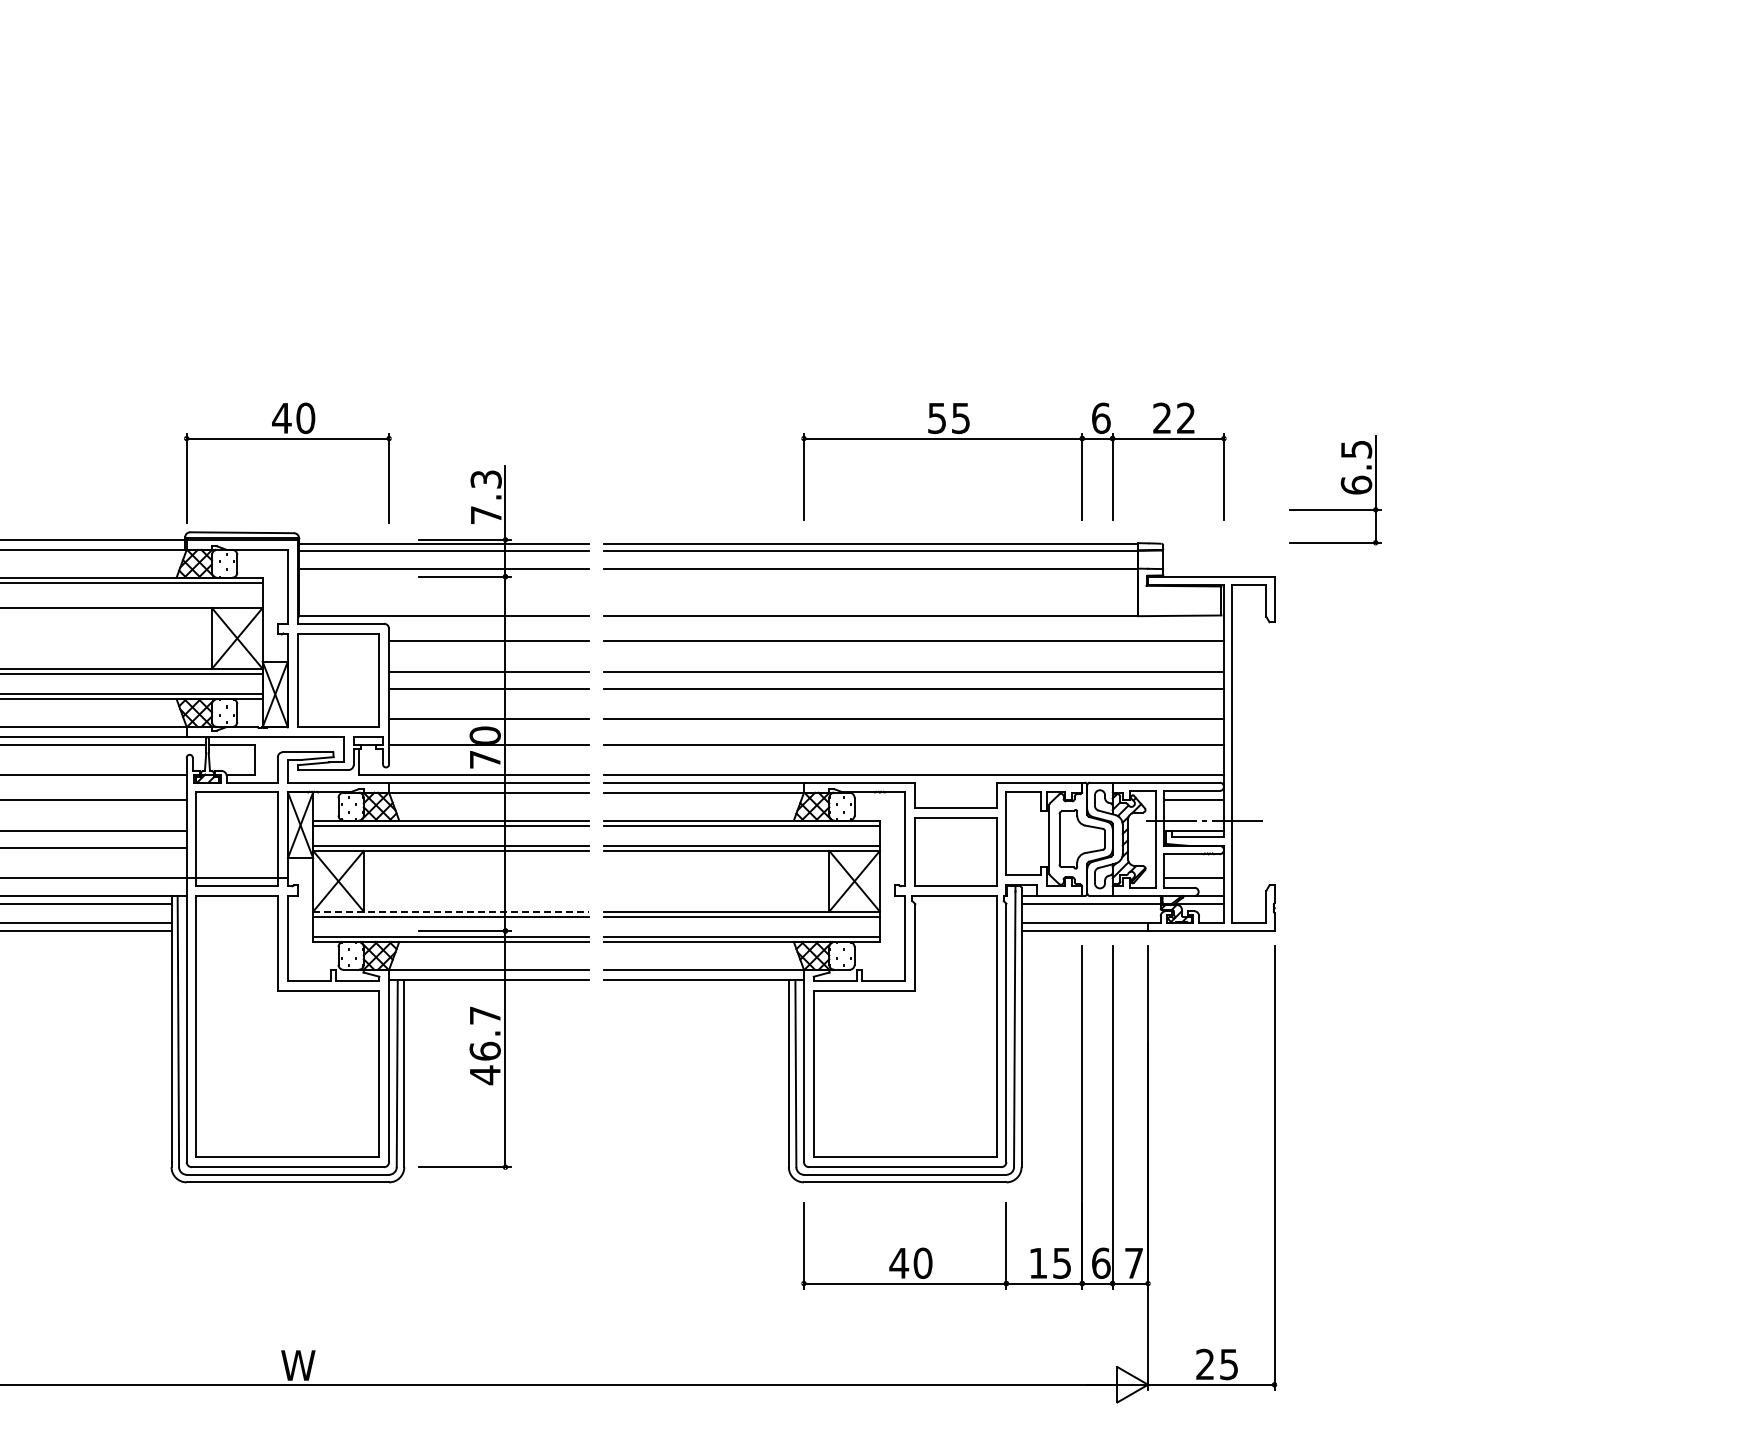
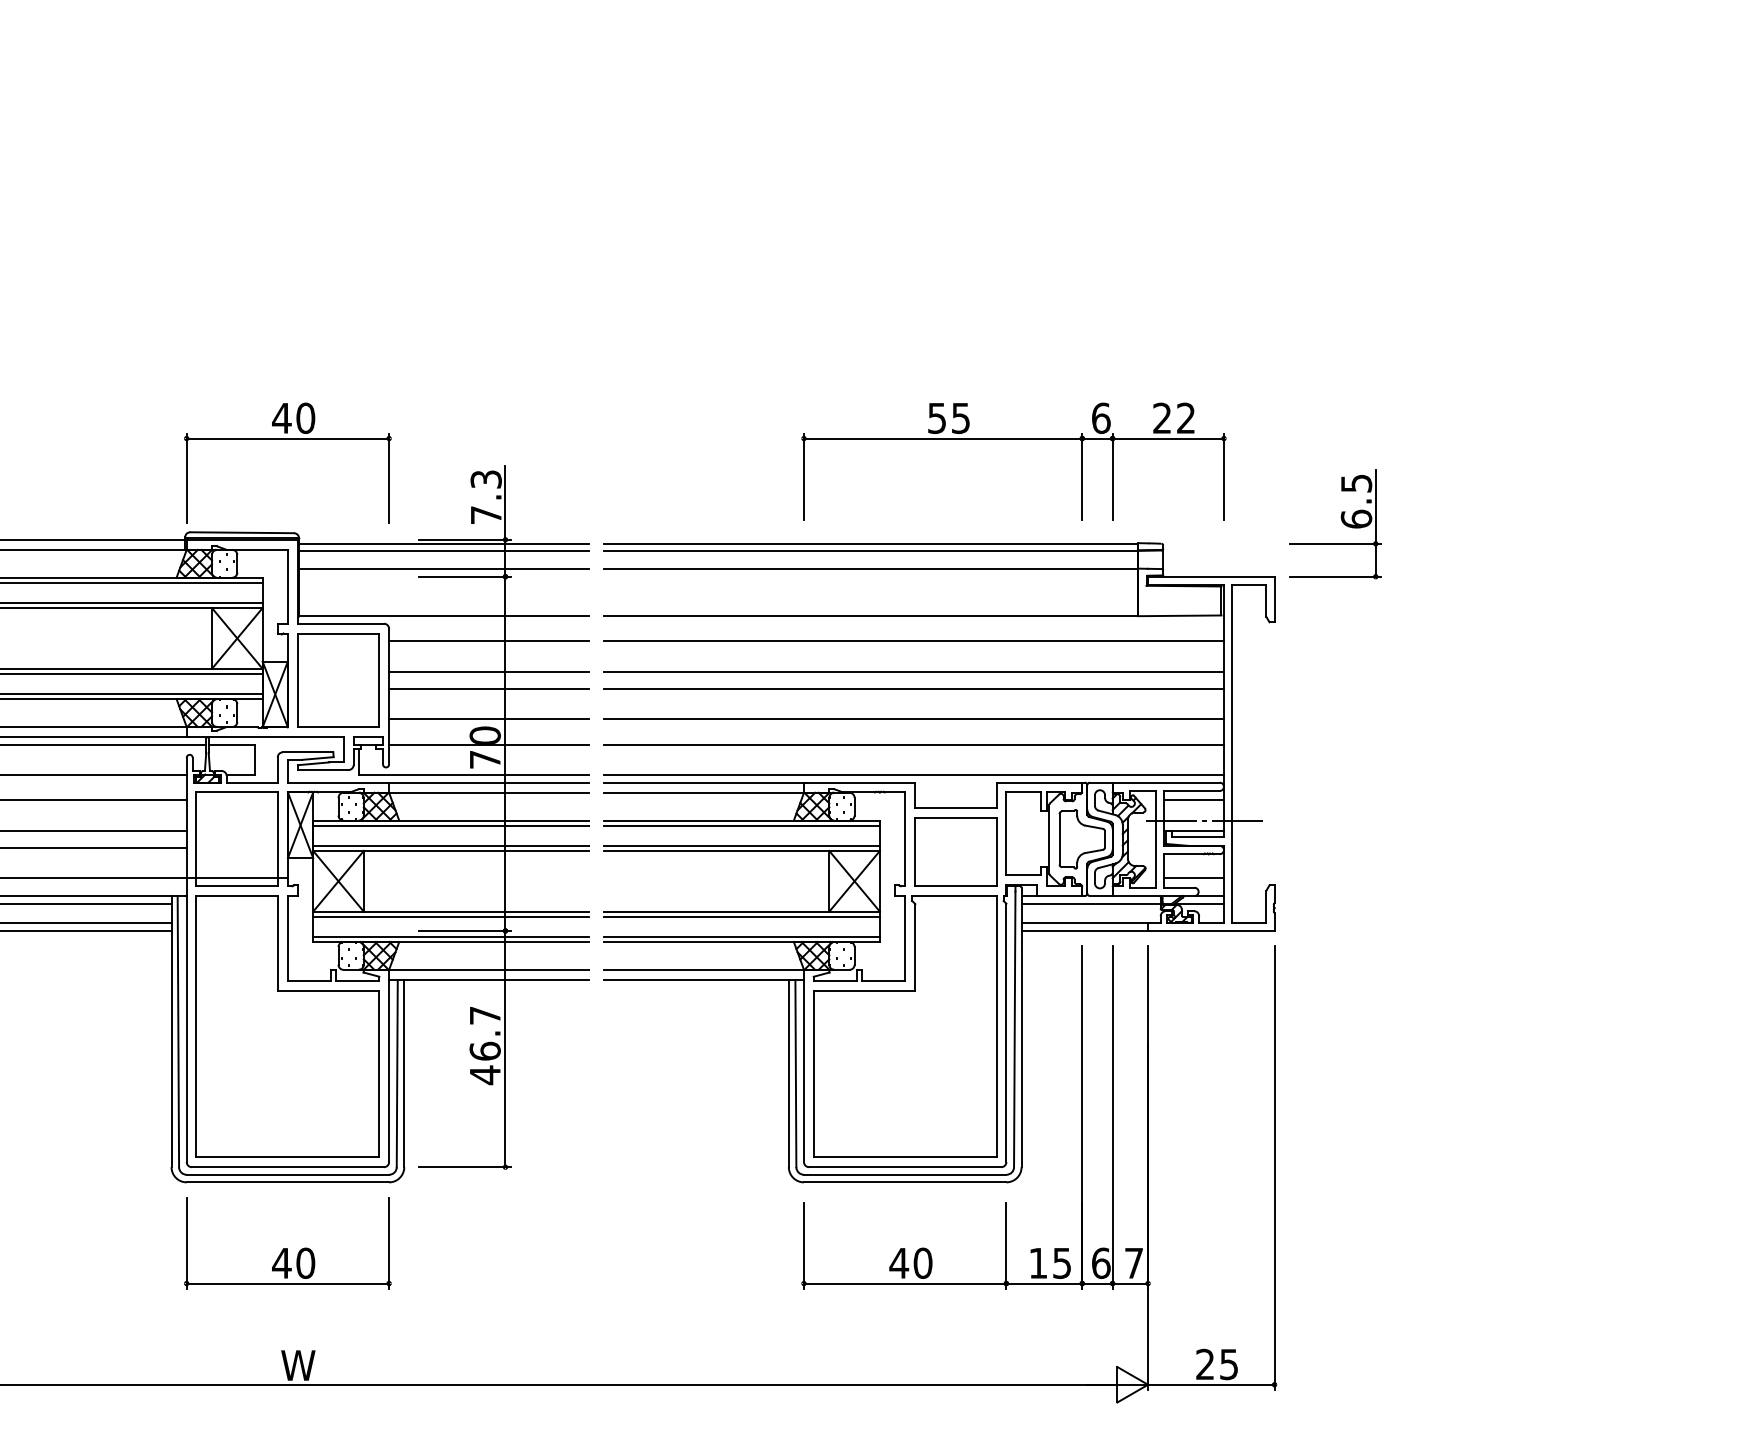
part at (1341, 487) position: (1341, 487) -> (1341, 521)
line at (132, 603): none -> present
line at (451, 911): dashed -> solid
part at (287, 1243): none -> present
